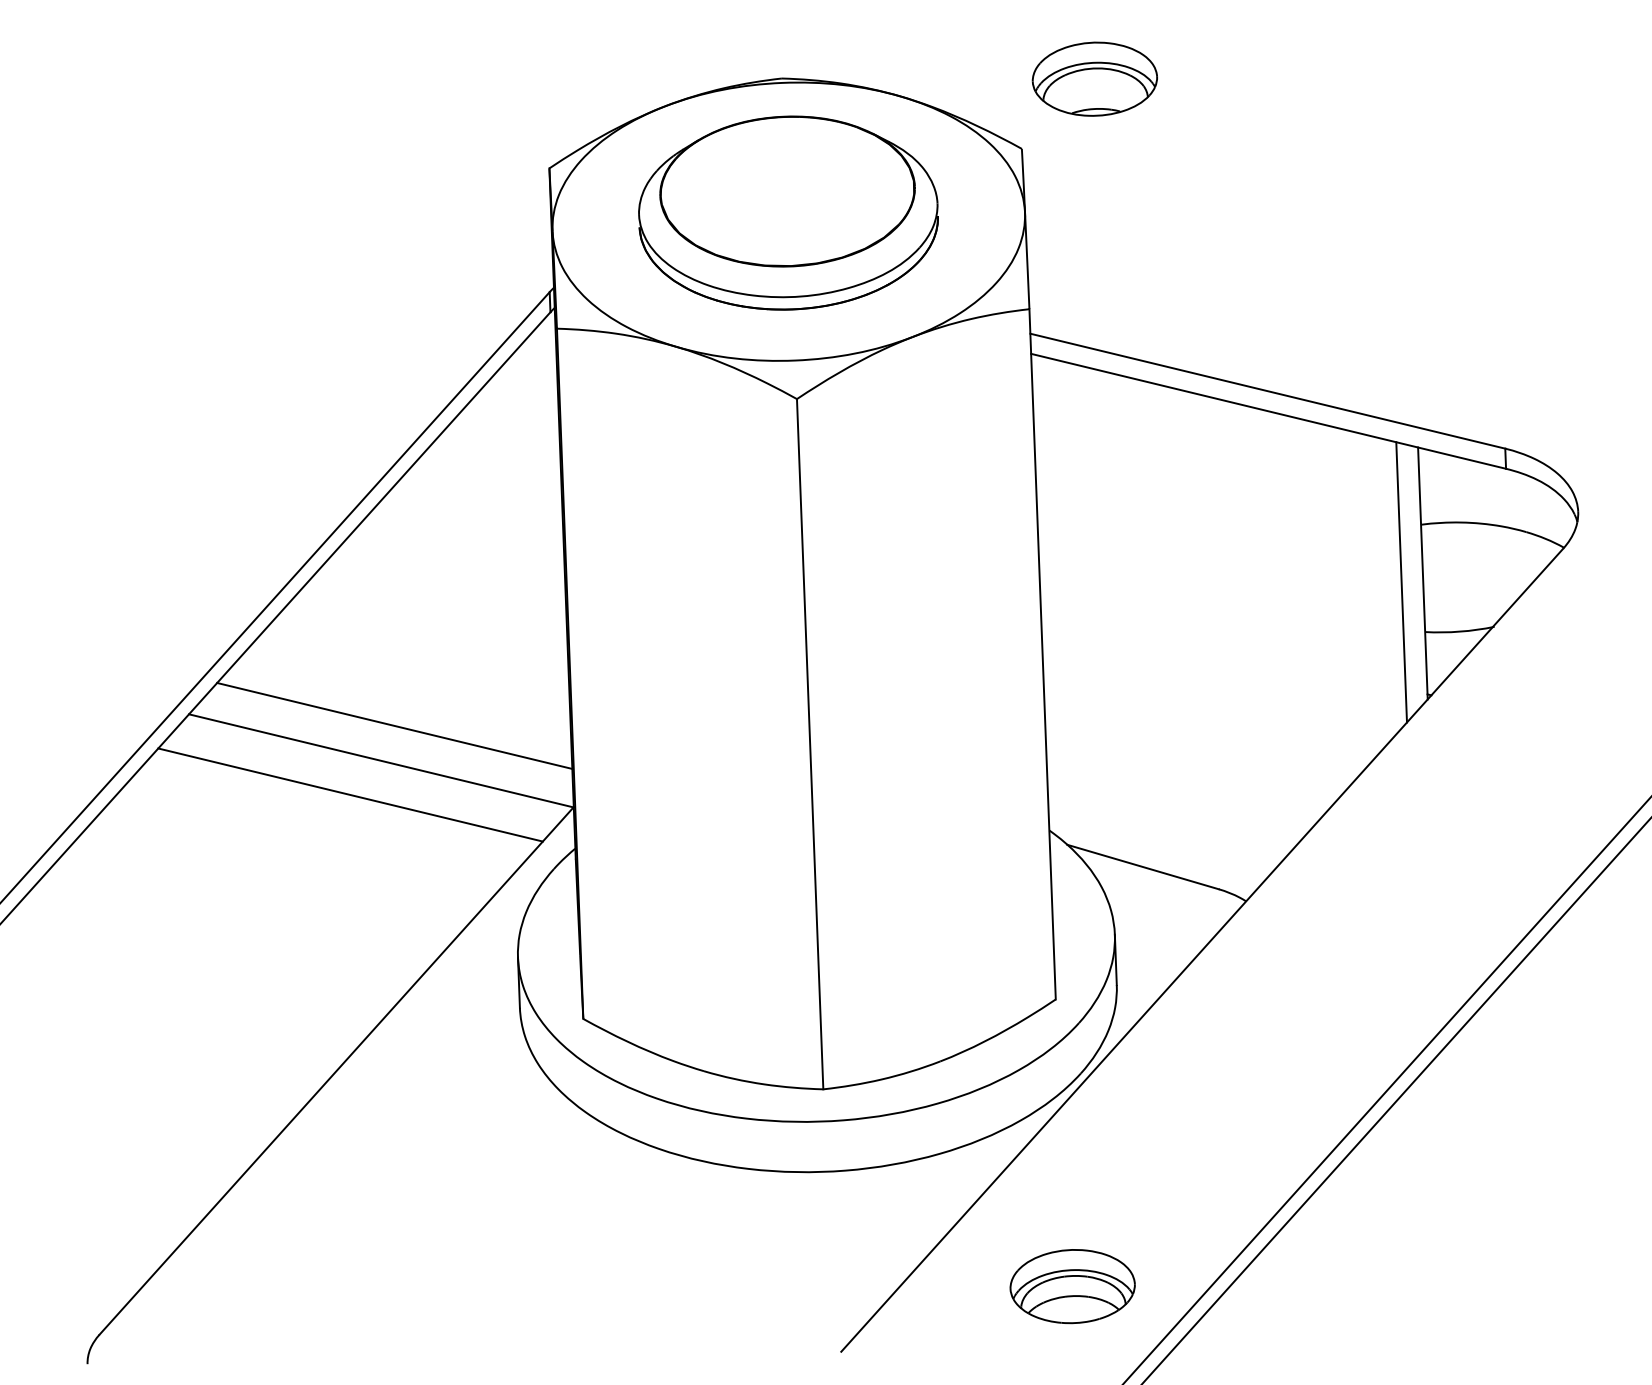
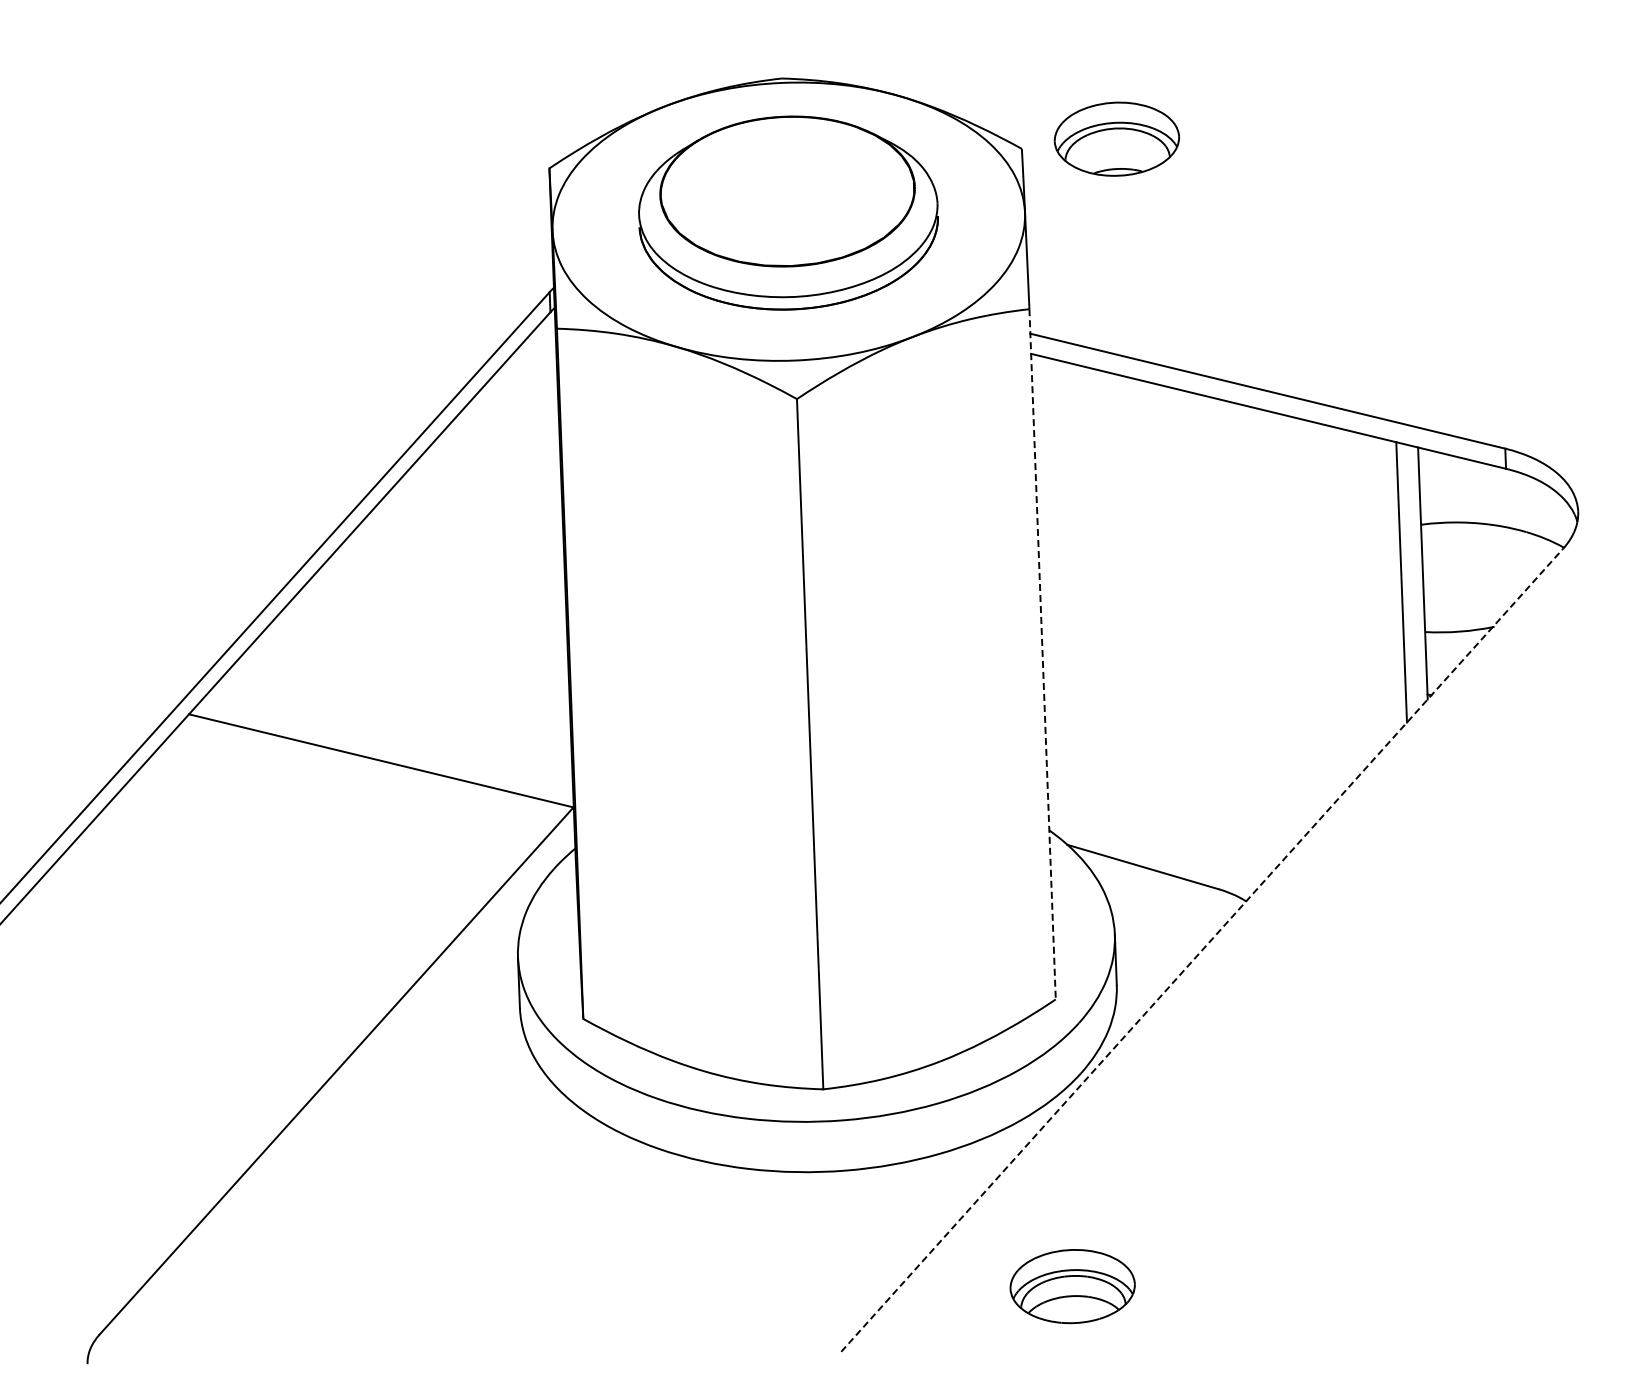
part at (1094, 78) position: (1094, 78) -> (1116, 138)
line at (1042, 654): solid -> dashed
line at (394, 725): present -> none
line at (350, 794): present -> none
line at (1202, 950): solid -> dashed
line at (1386, 1090): present -> none
line at (1396, 1100): present -> none
